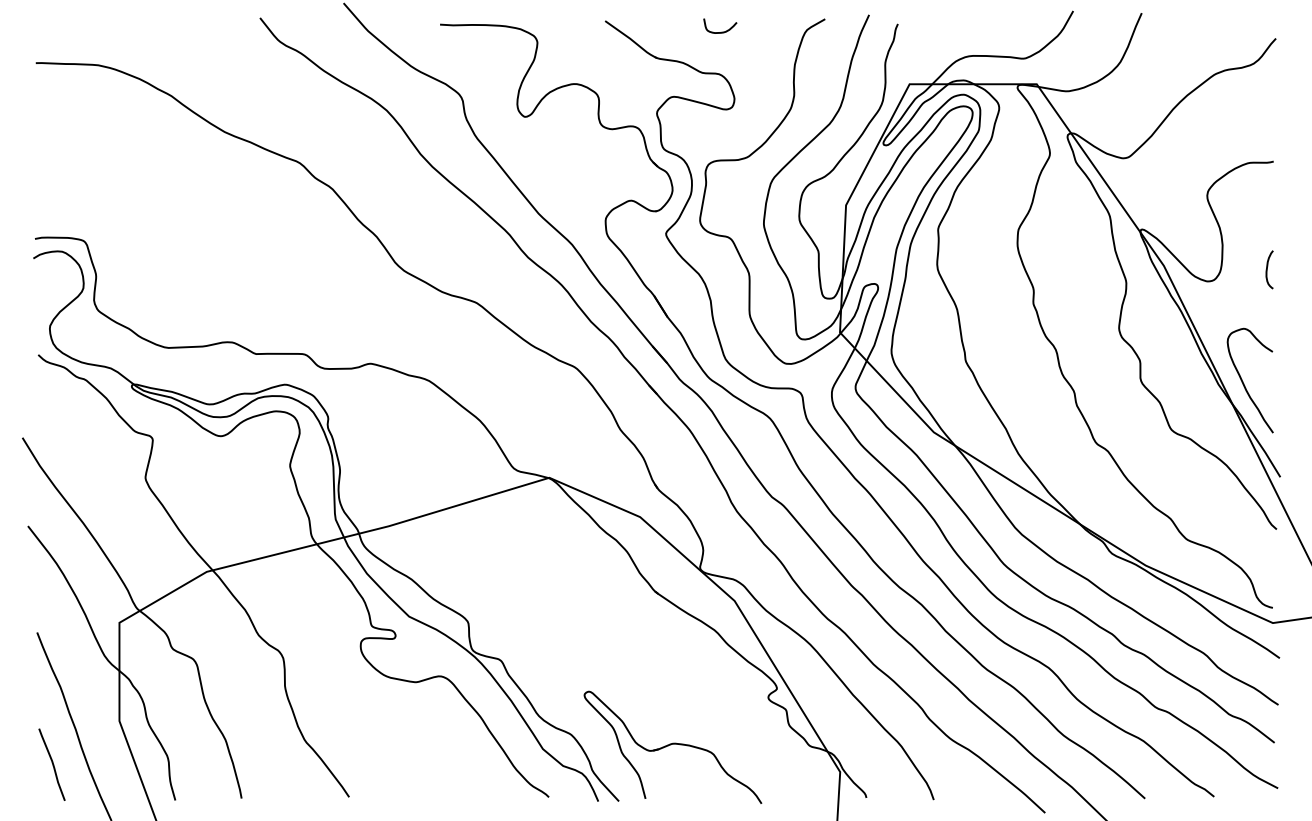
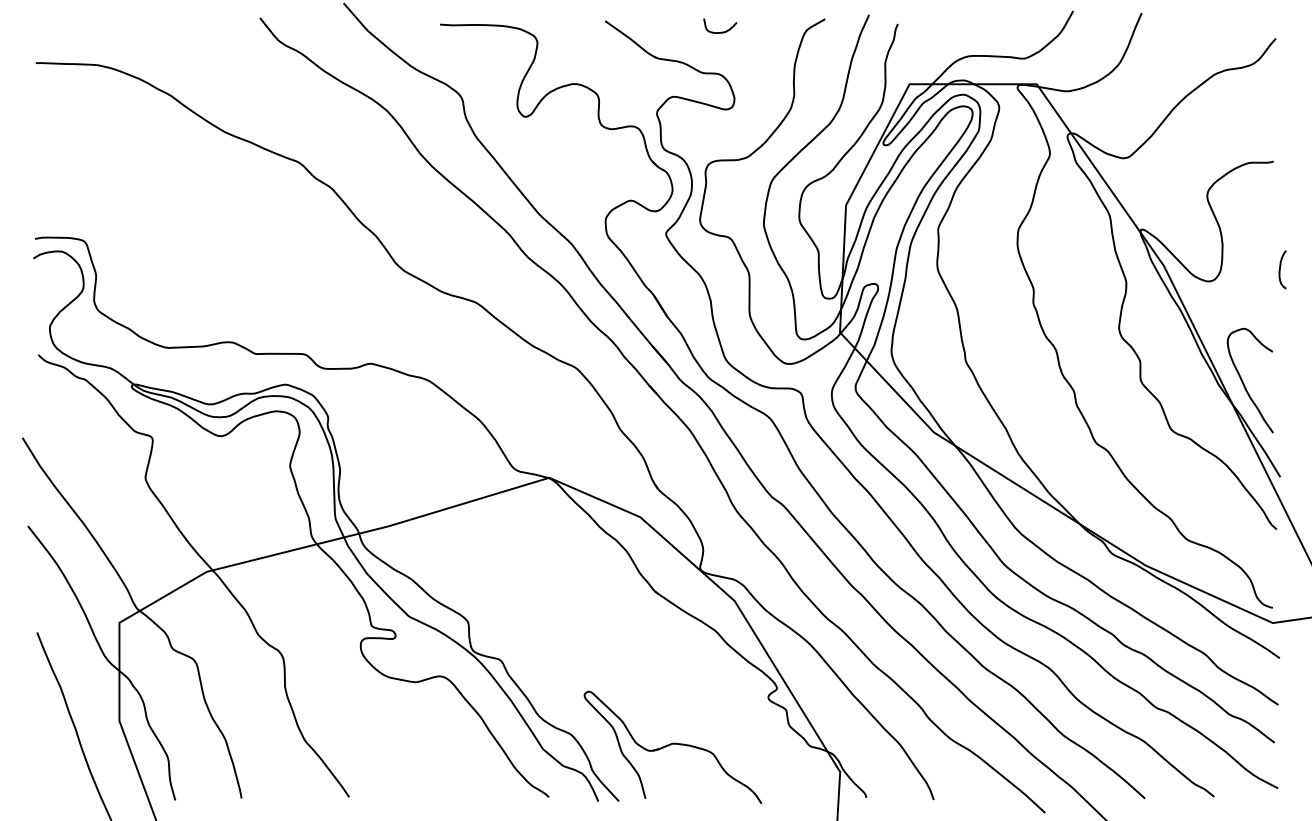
curve at (1267, 269) position: (1267, 269) -> (1280, 269)
curve at (52, 764): present -> none
